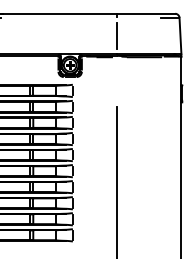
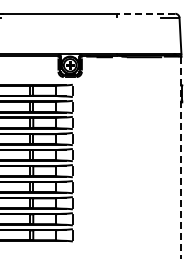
line at (146, 13): solid -> dashed
line at (117, 35): present -> none
line at (181, 157): solid -> dashed
line at (117, 180): present -> none
